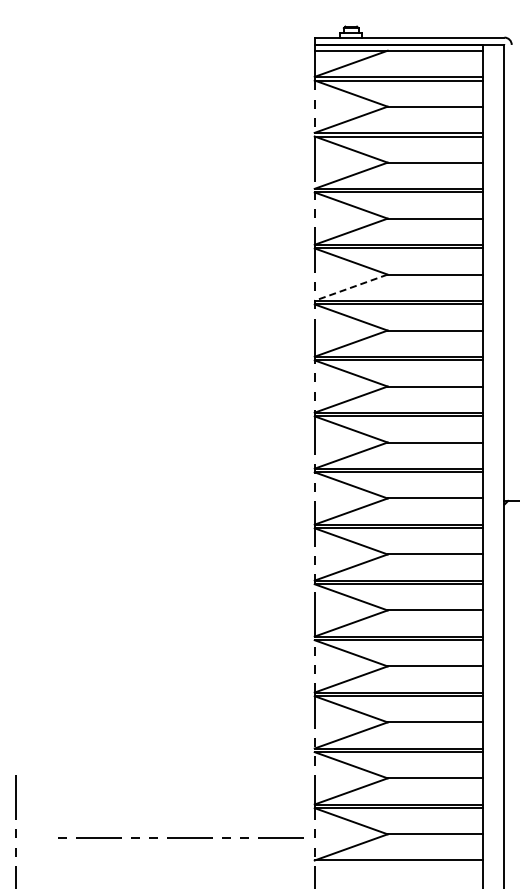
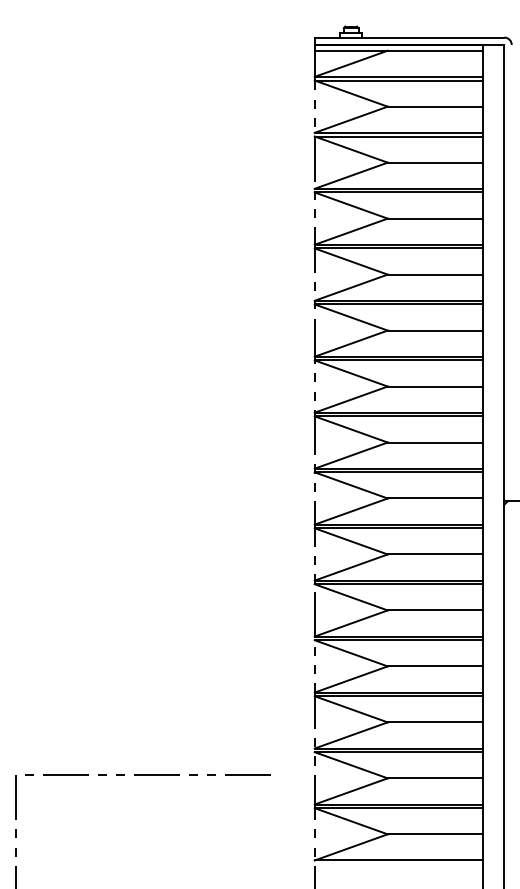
line at (351, 287): dashed -> solid
line at (180, 837) position: (180, 837) -> (147, 774)
